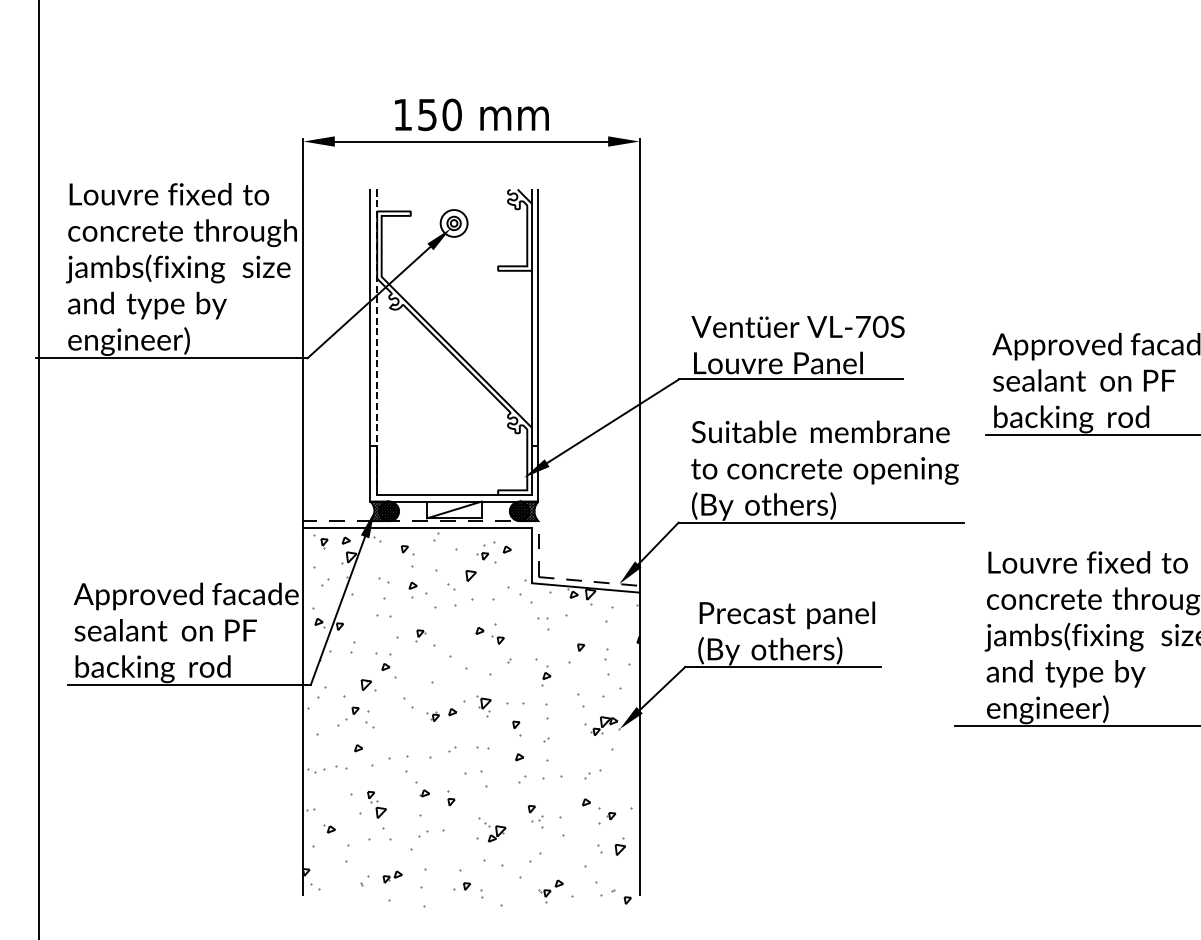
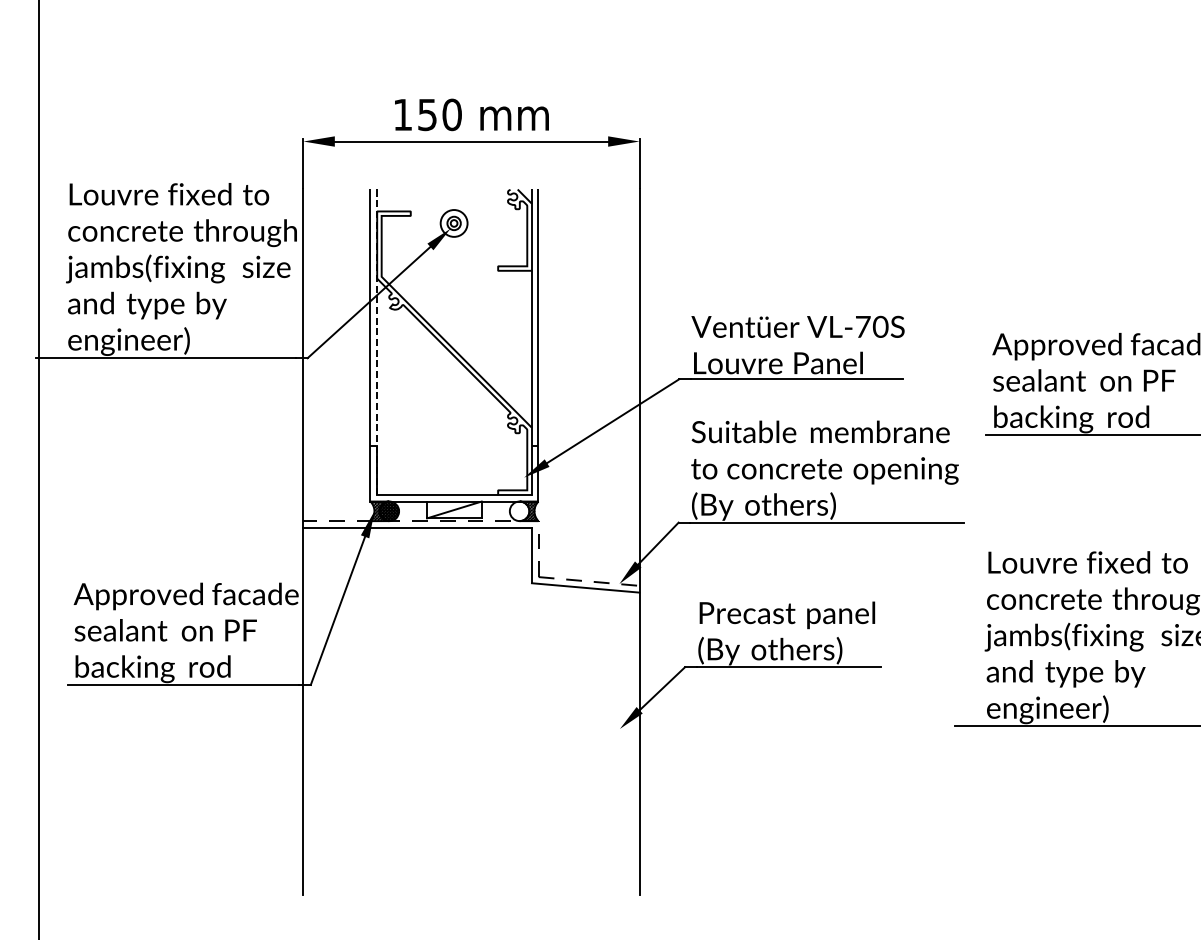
hatch at (519, 511): present -> none
hatch at (471, 718): present -> none
